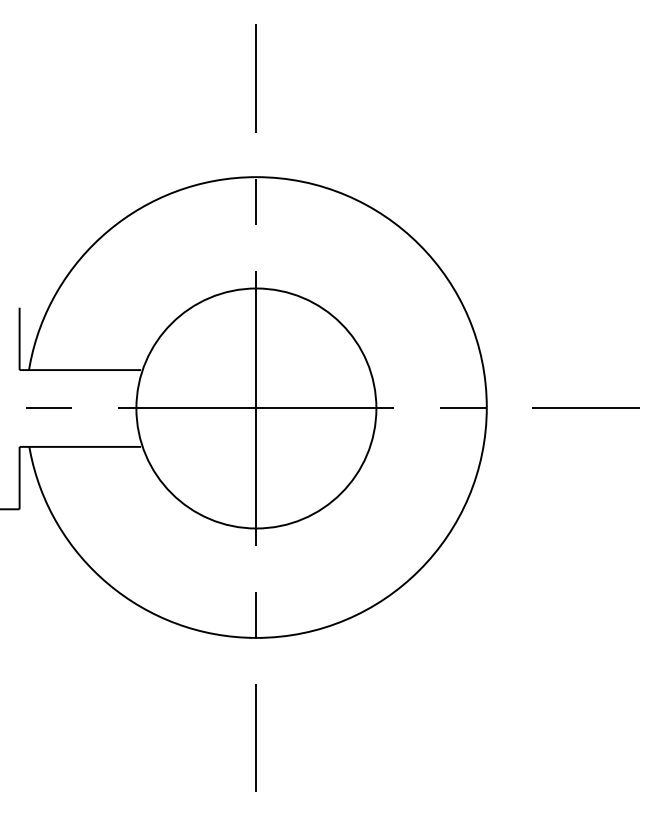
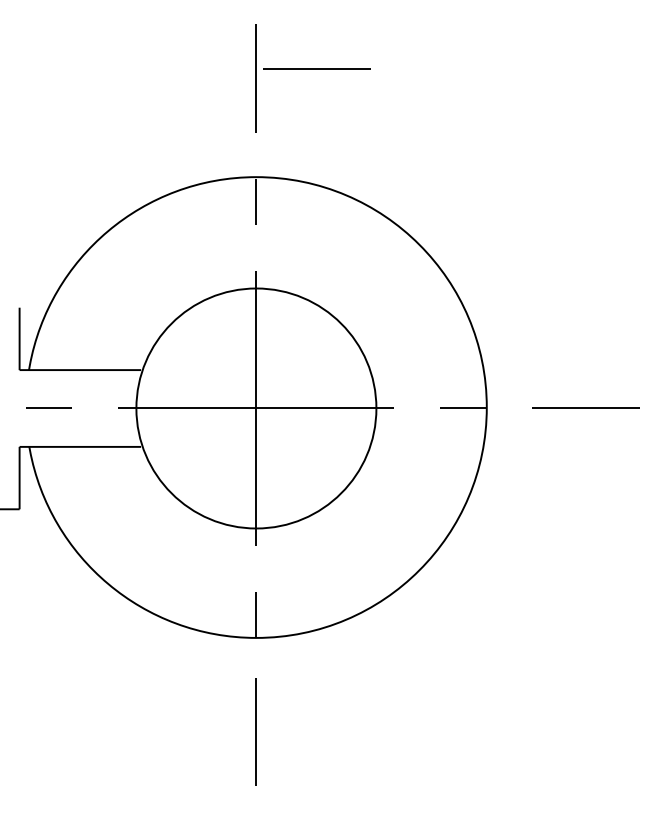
line at (316, 68): none -> present
line at (255, 737) position: (255, 737) -> (255, 731)
